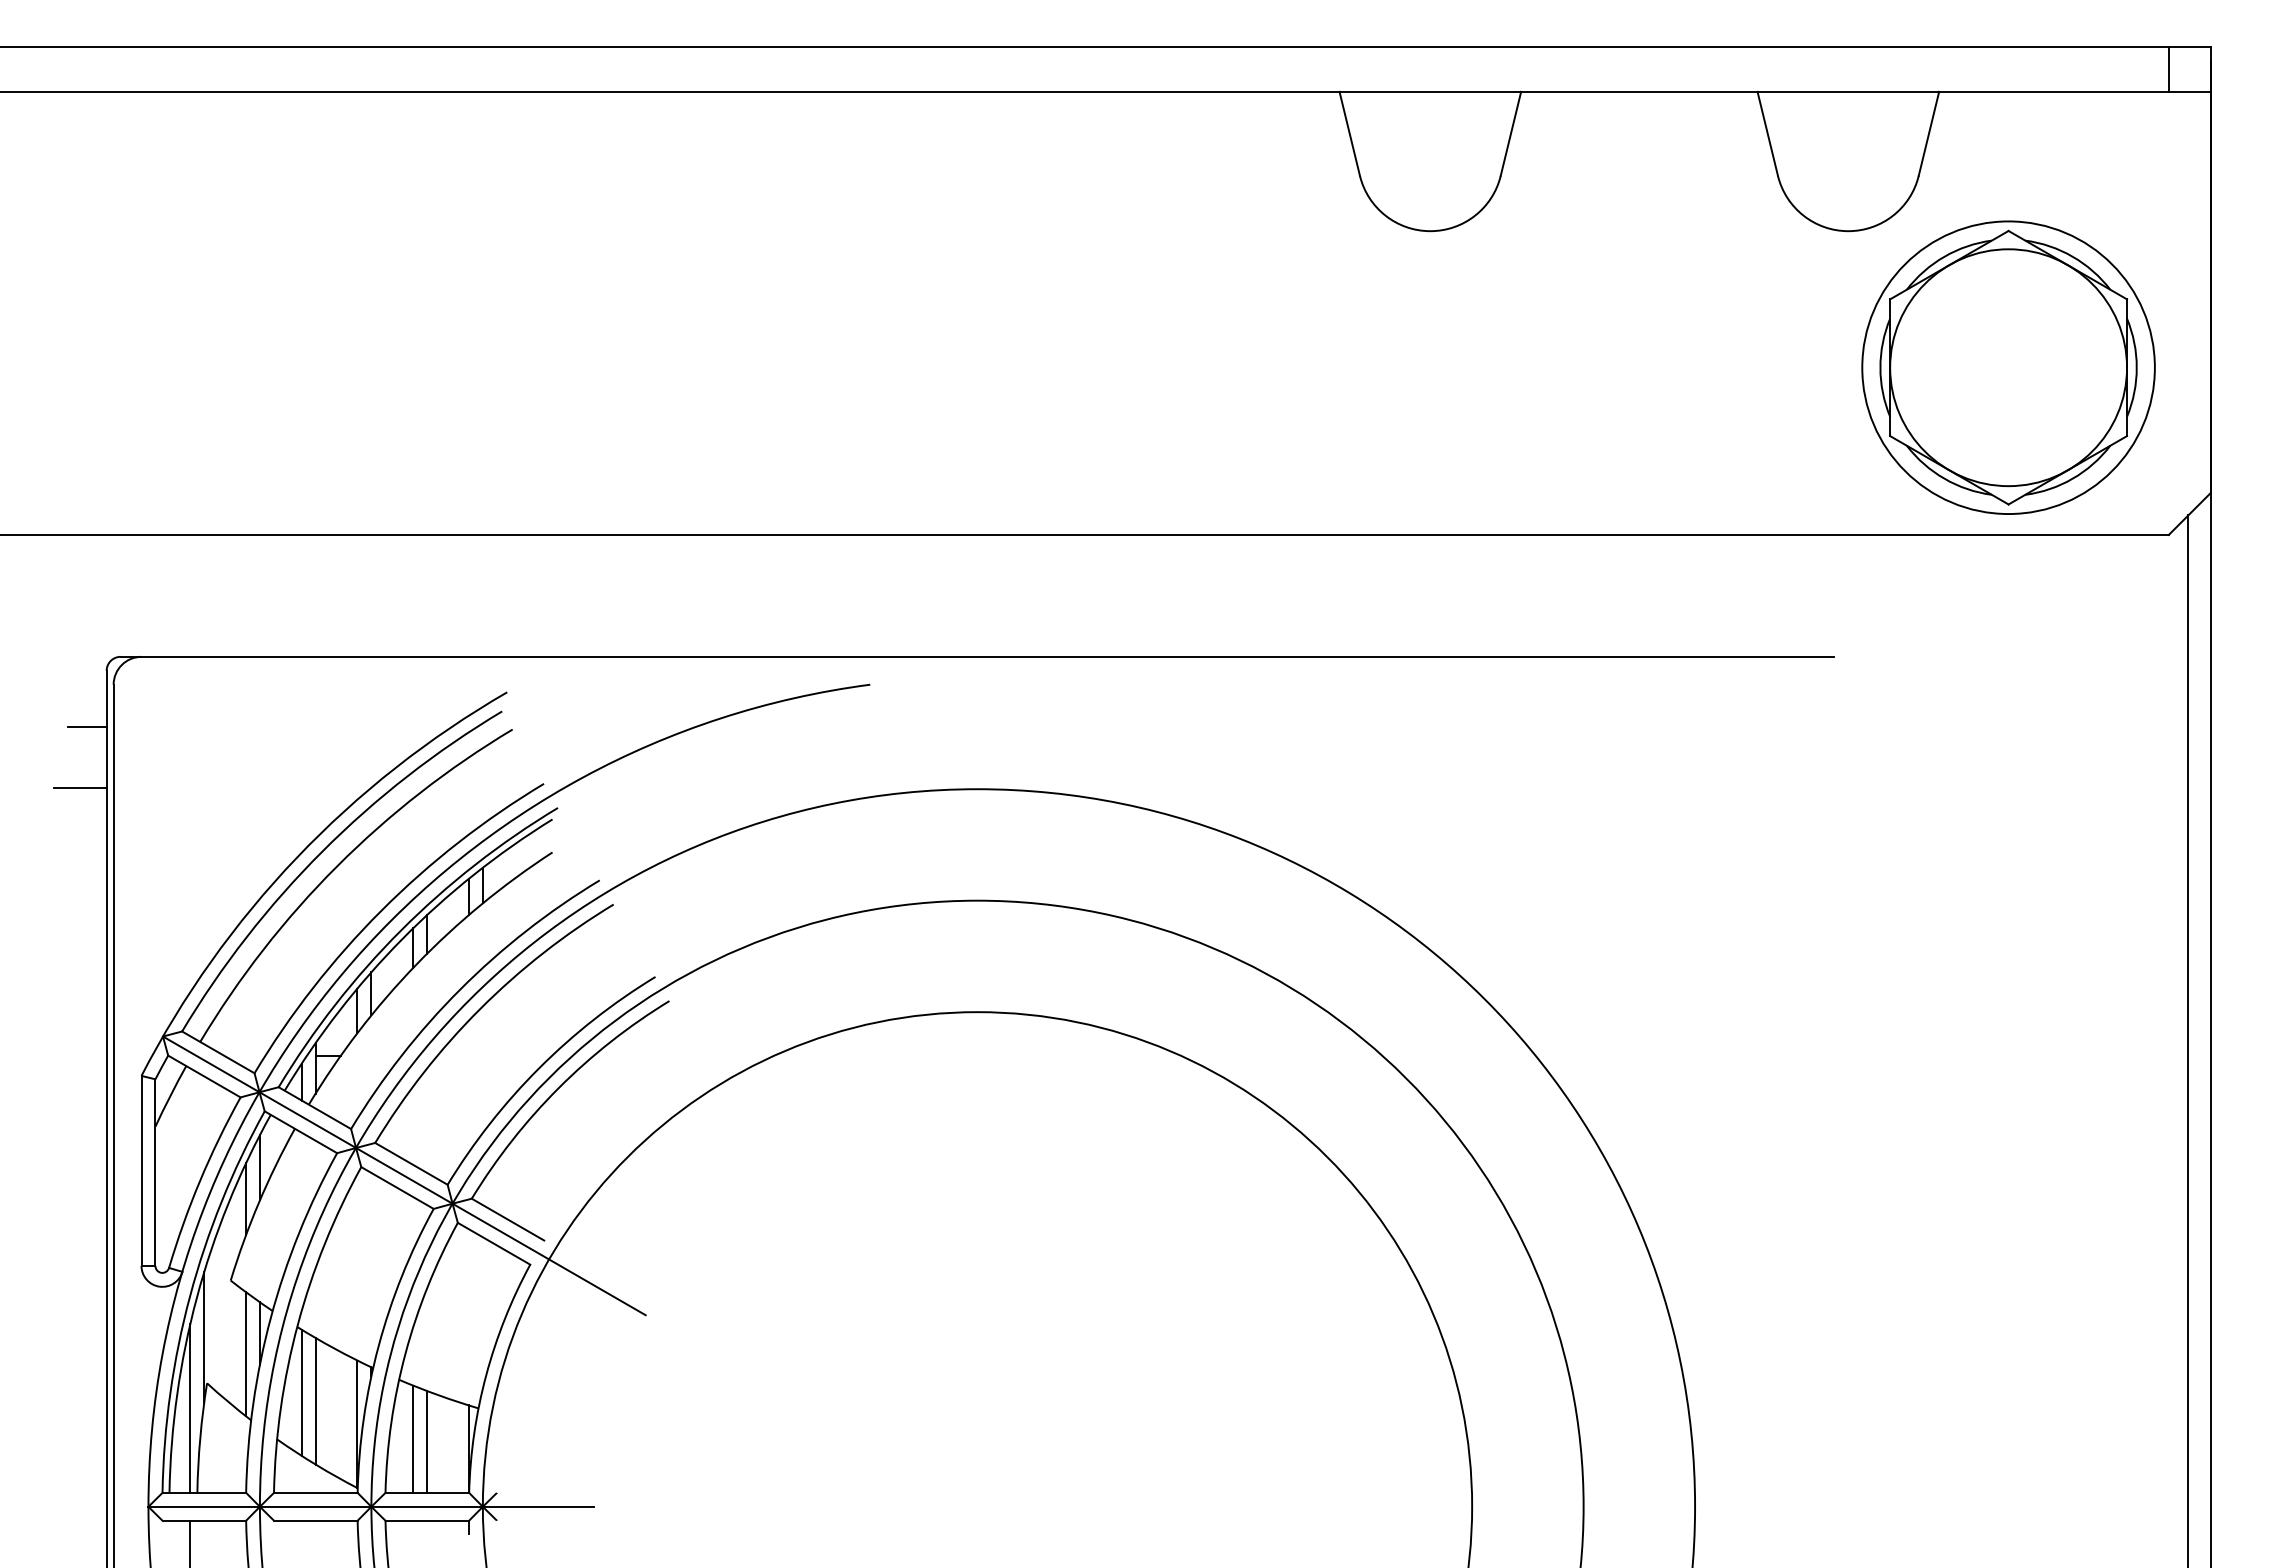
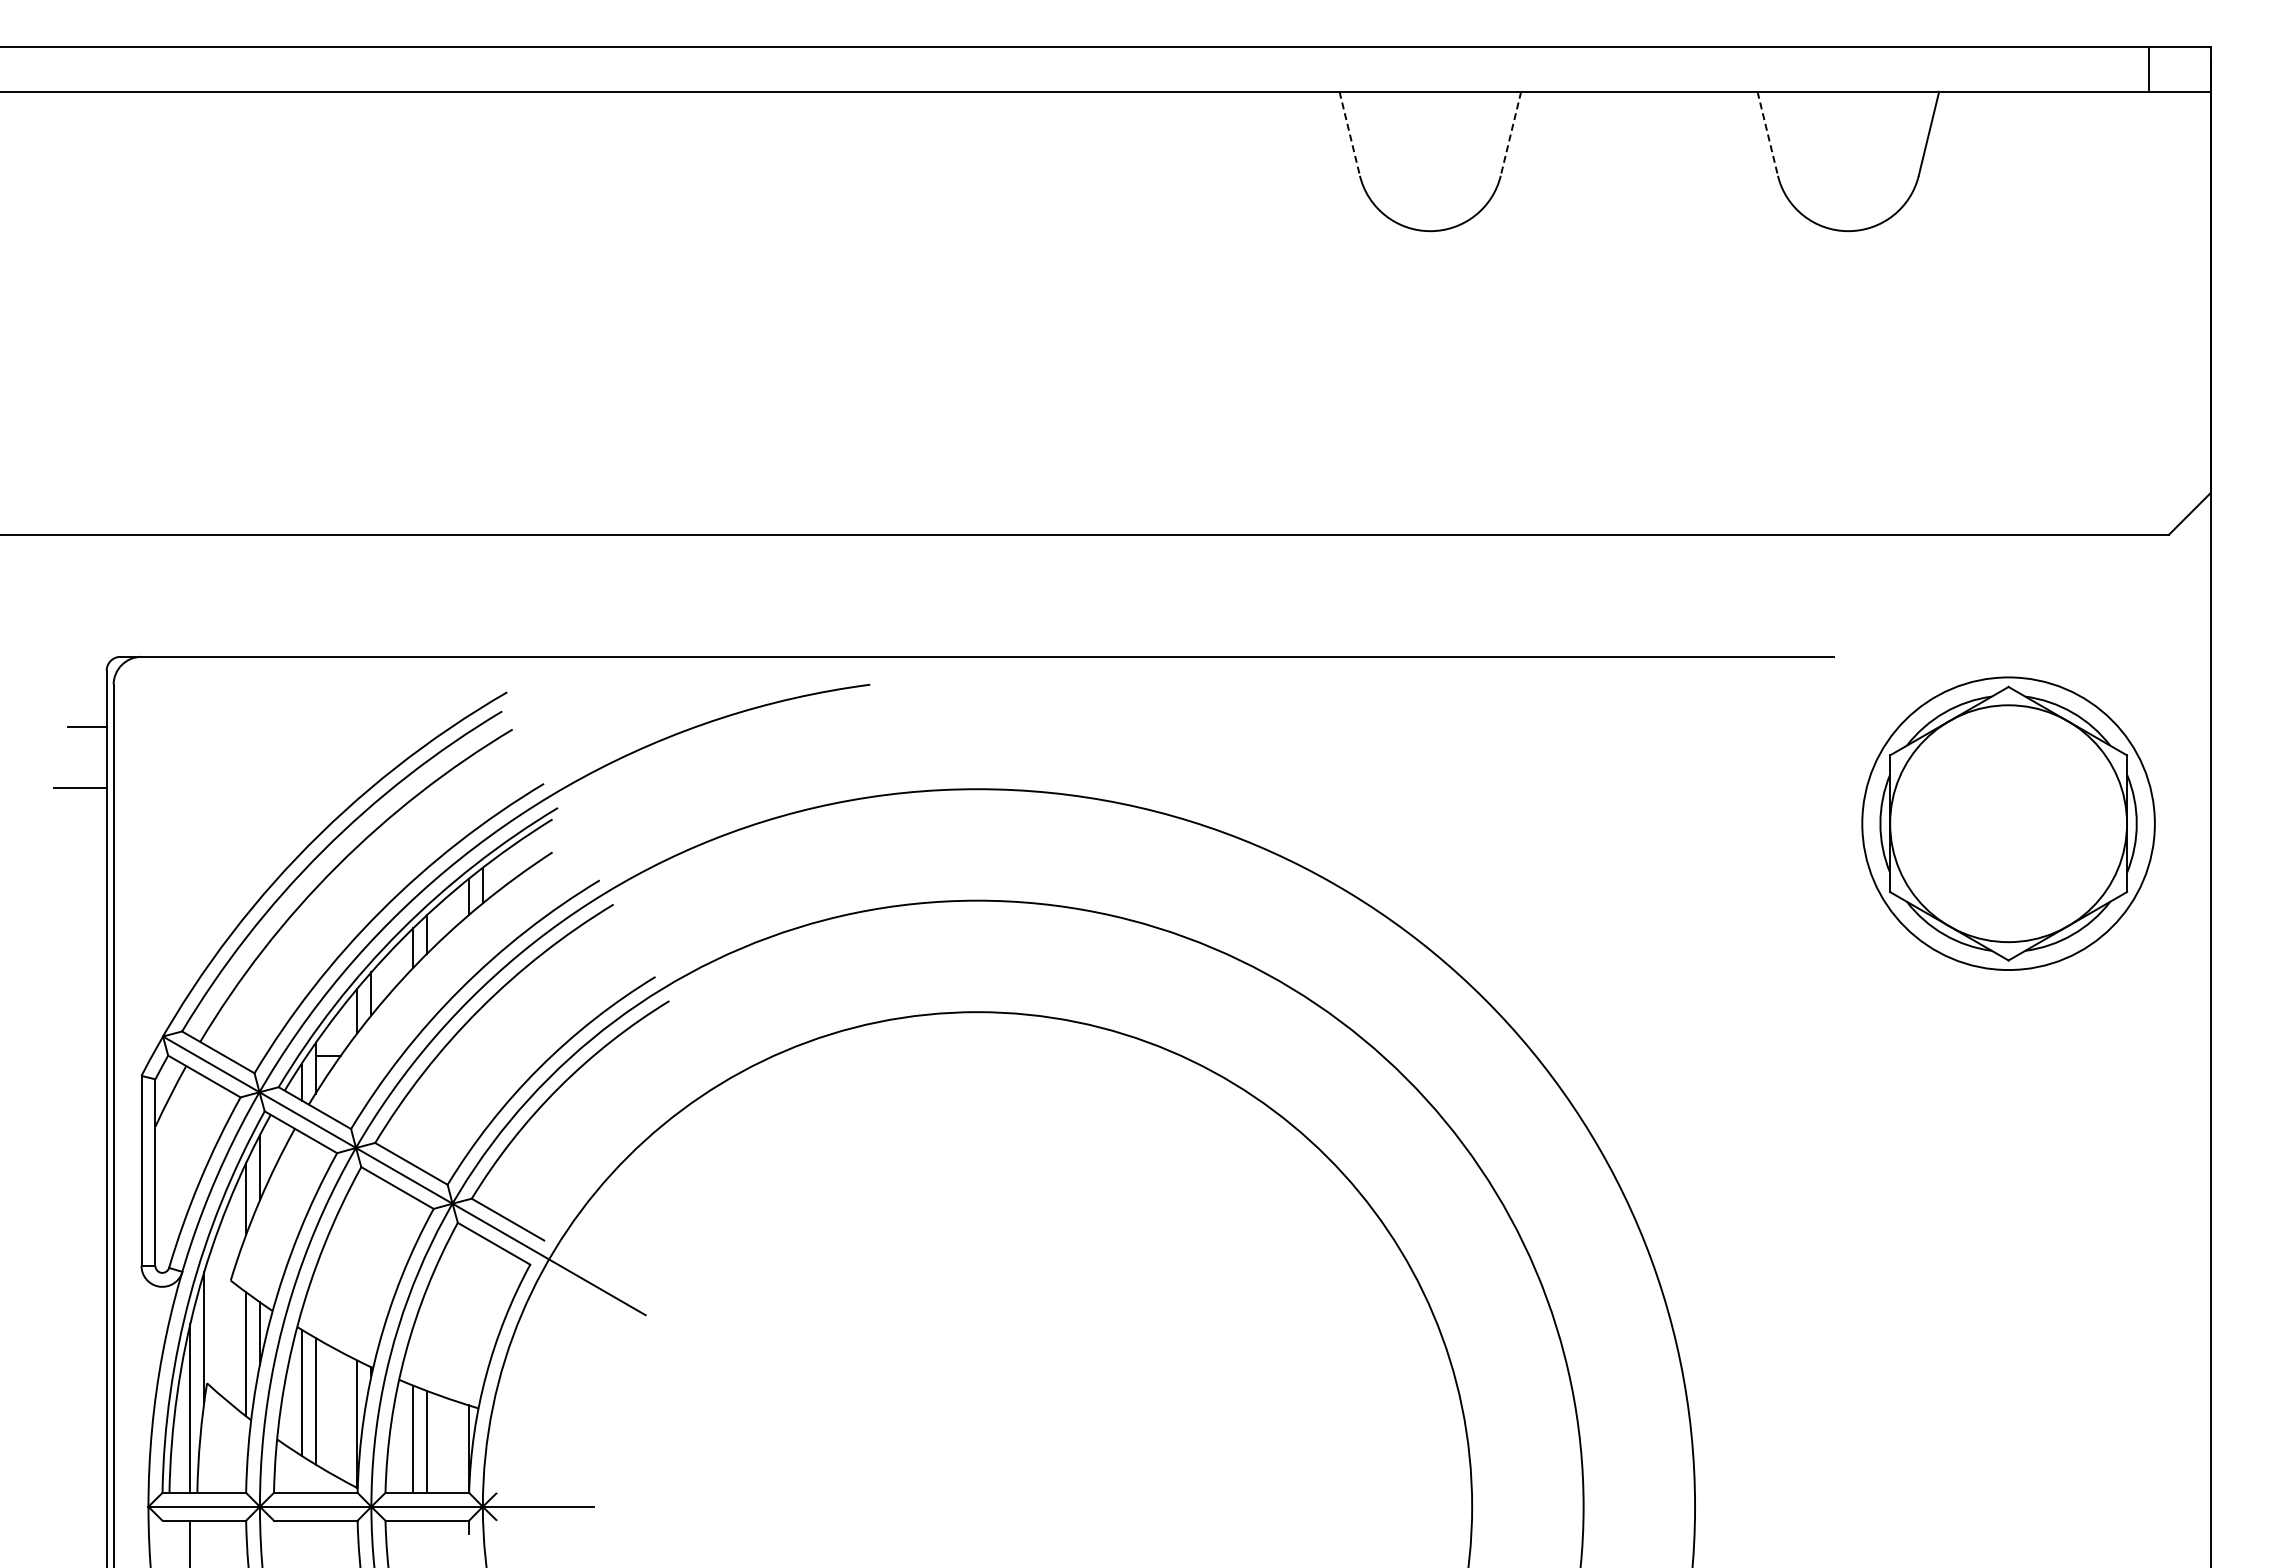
line at (2168, 69) position: (2168, 69) -> (2148, 69)
line at (1349, 134): solid -> dashed
line at (1510, 134): solid -> dashed
line at (1767, 134): solid -> dashed
part at (2008, 367) position: (2008, 367) -> (2008, 823)
line at (2188, 1039): present -> none
